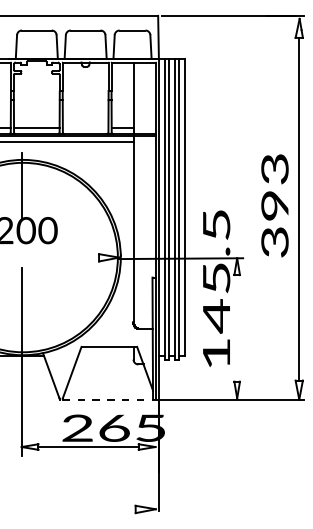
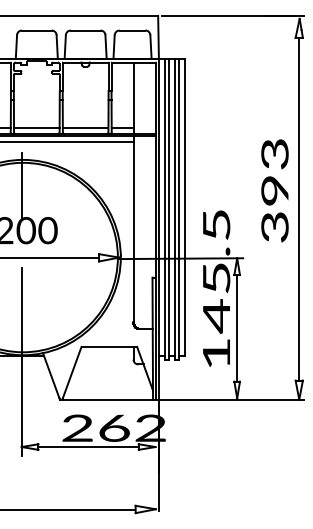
line at (85, 128): none -> present
text at (274, 205) position: (274, 205) -> (274, 190)
line at (50, 257): none -> present
line at (237, 327): none -> present
line at (109, 399): dashed -> solid
text at (150, 427): 265 -> 262
line at (67, 509): none -> present
